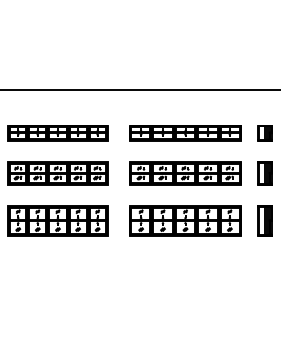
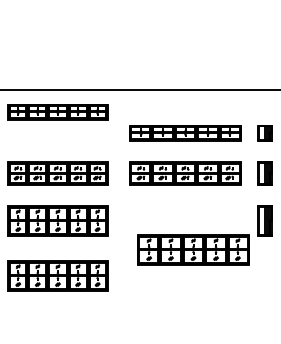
part at (57, 133) position: (57, 133) -> (57, 112)
part at (185, 220) position: (185, 220) -> (193, 249)
part at (57, 275): none -> present
